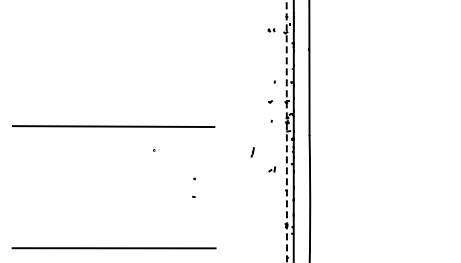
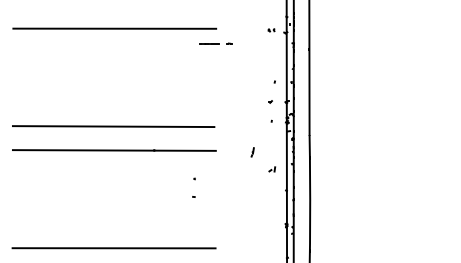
line at (114, 28): none -> present
part at (215, 43): none -> present
line at (286, 131): dashed -> solid
line at (113, 150): none -> present
